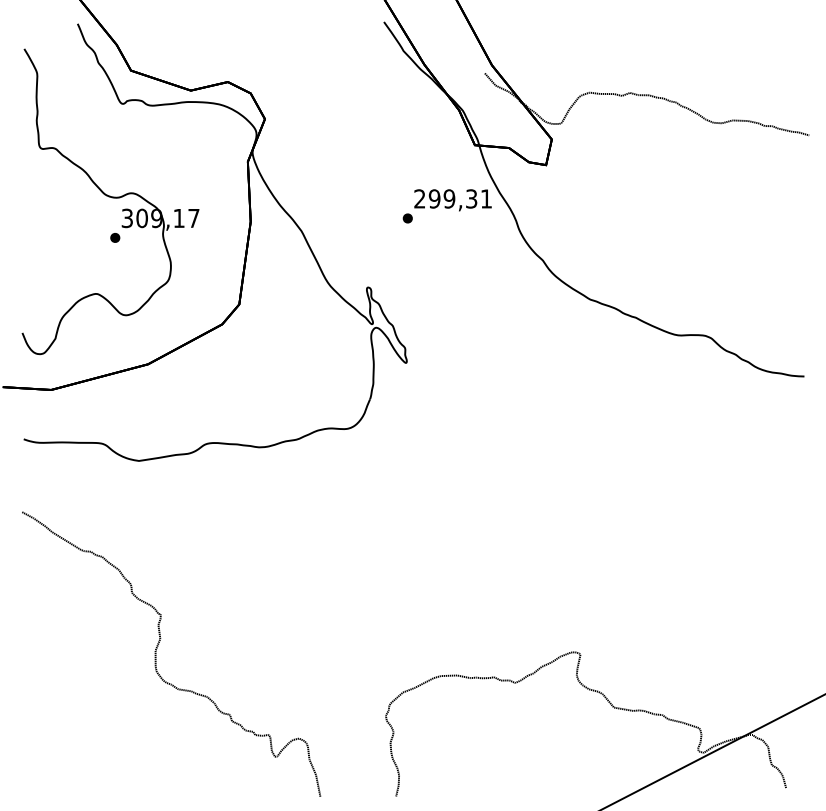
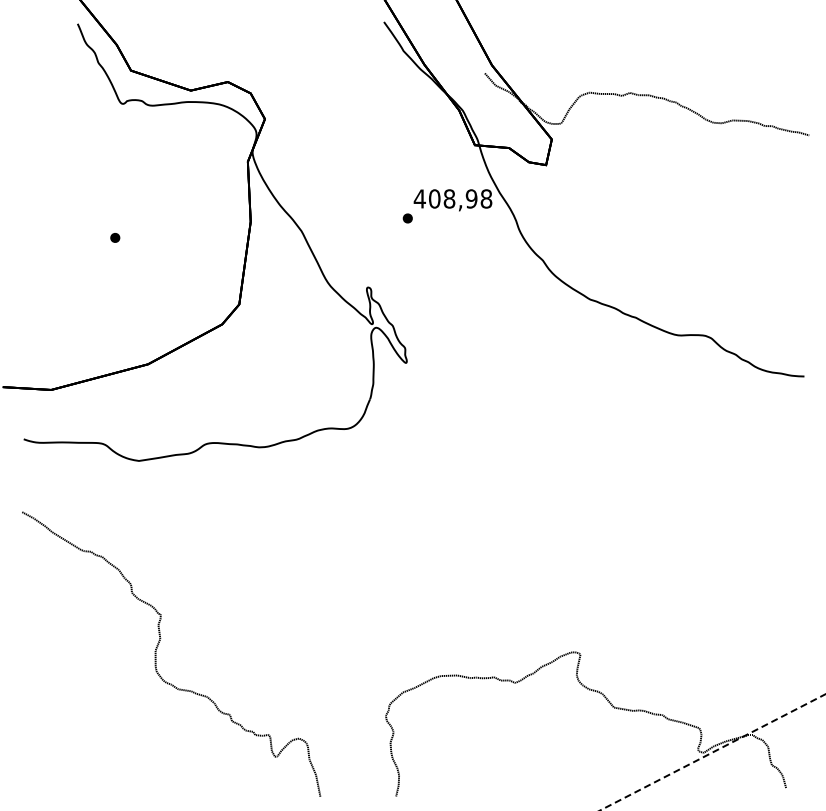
text at (452, 198): 299,31 -> 408,98
part at (110, 201): present -> none
line at (712, 752): solid -> dashed
